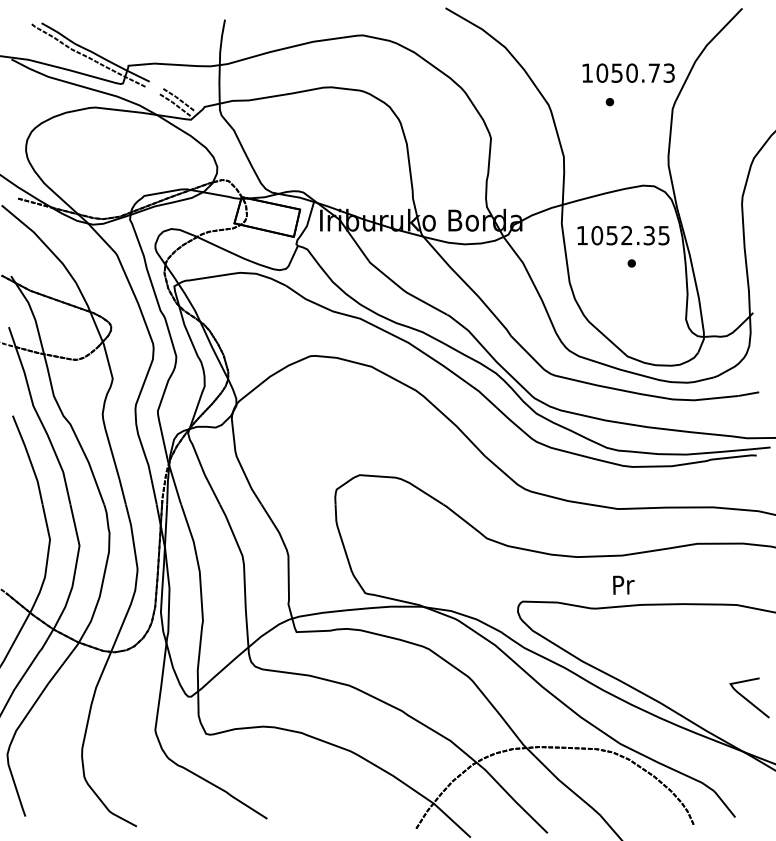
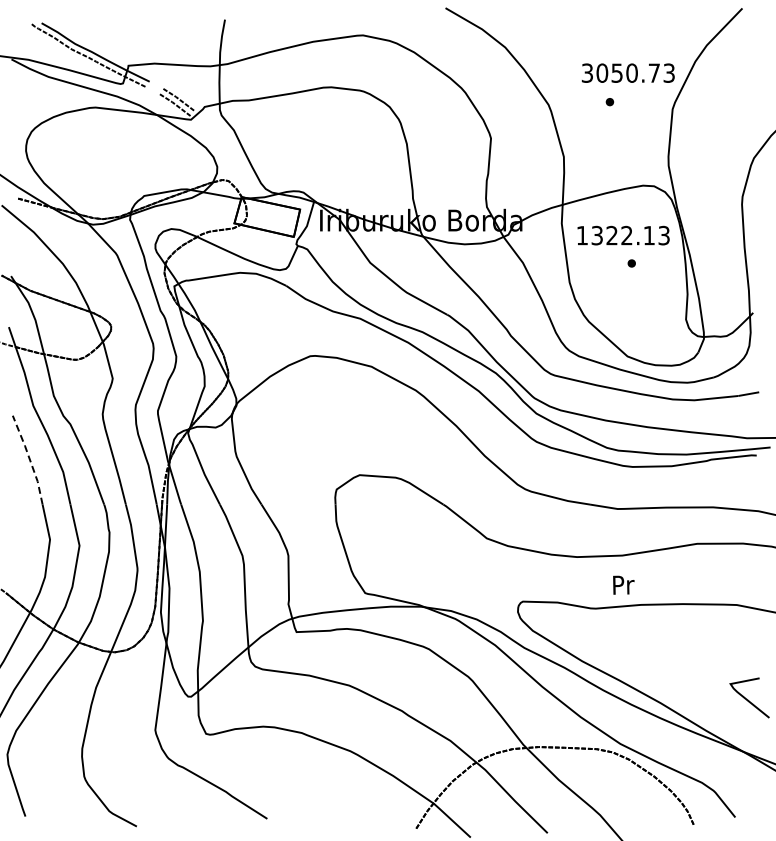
text at (586, 72): 1050.73 -> 3050.73
text at (630, 235): 1052.35 -> 1322.13
line at (29, 459): solid -> dashed
